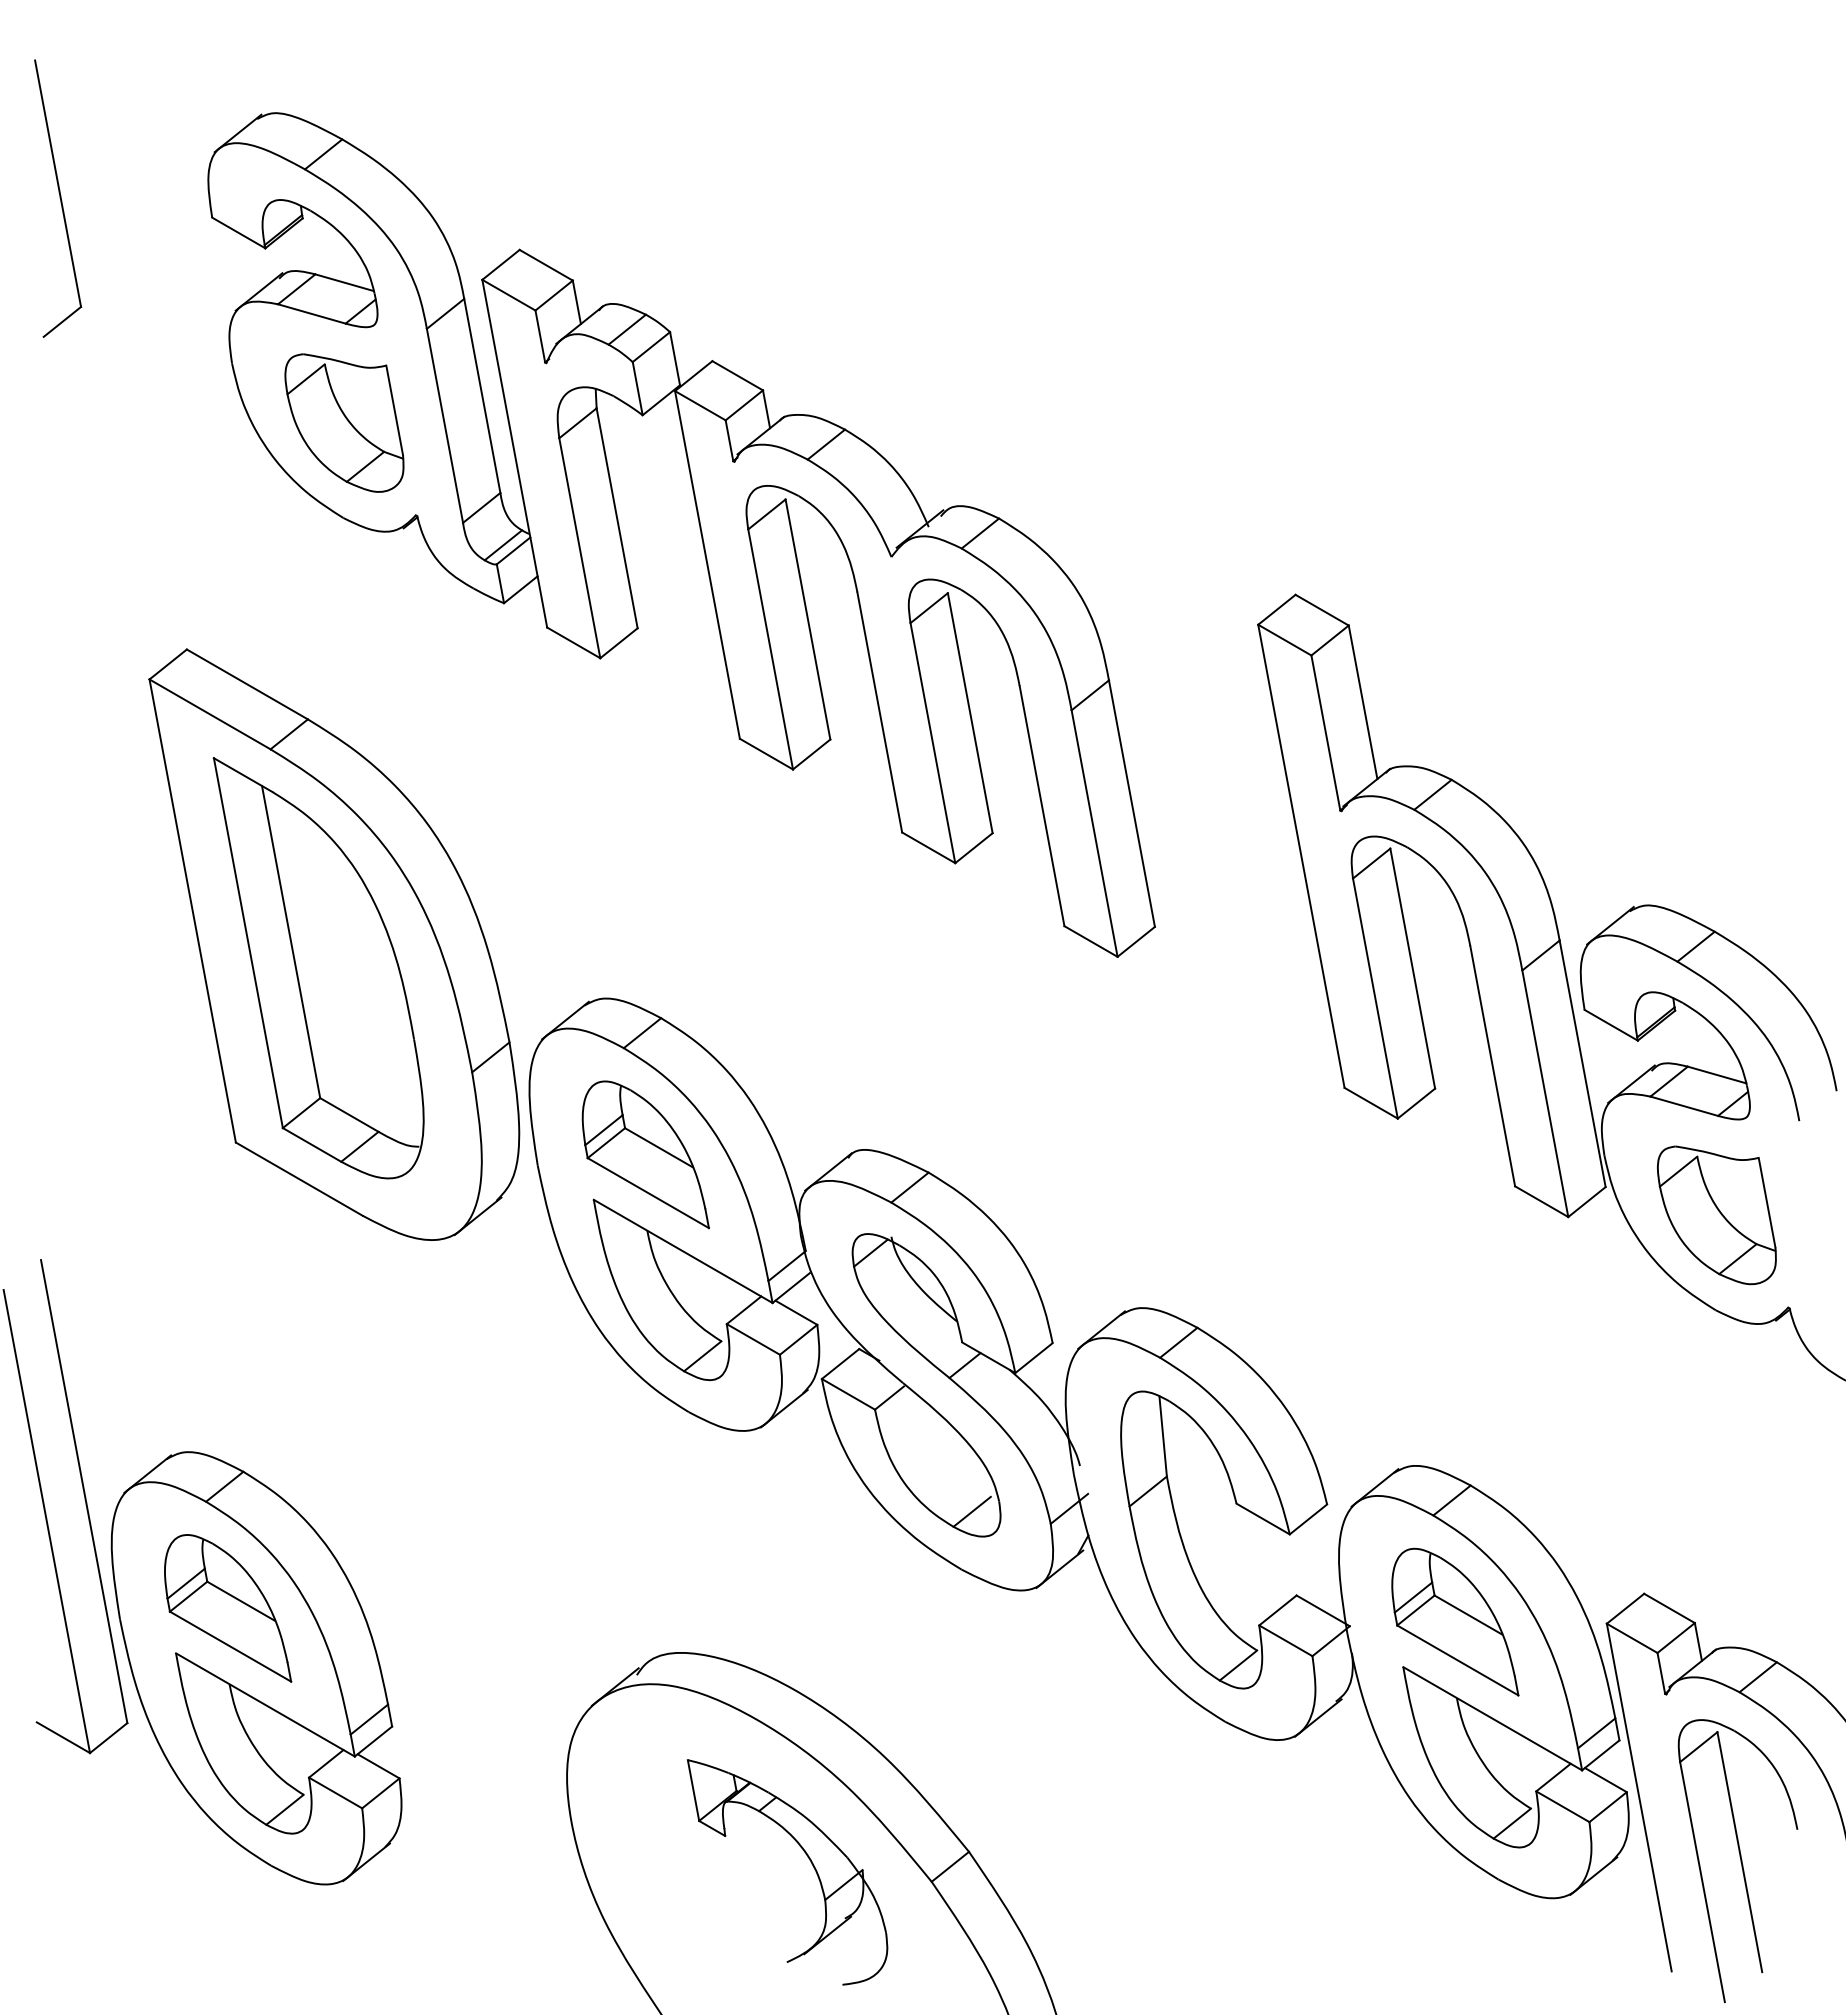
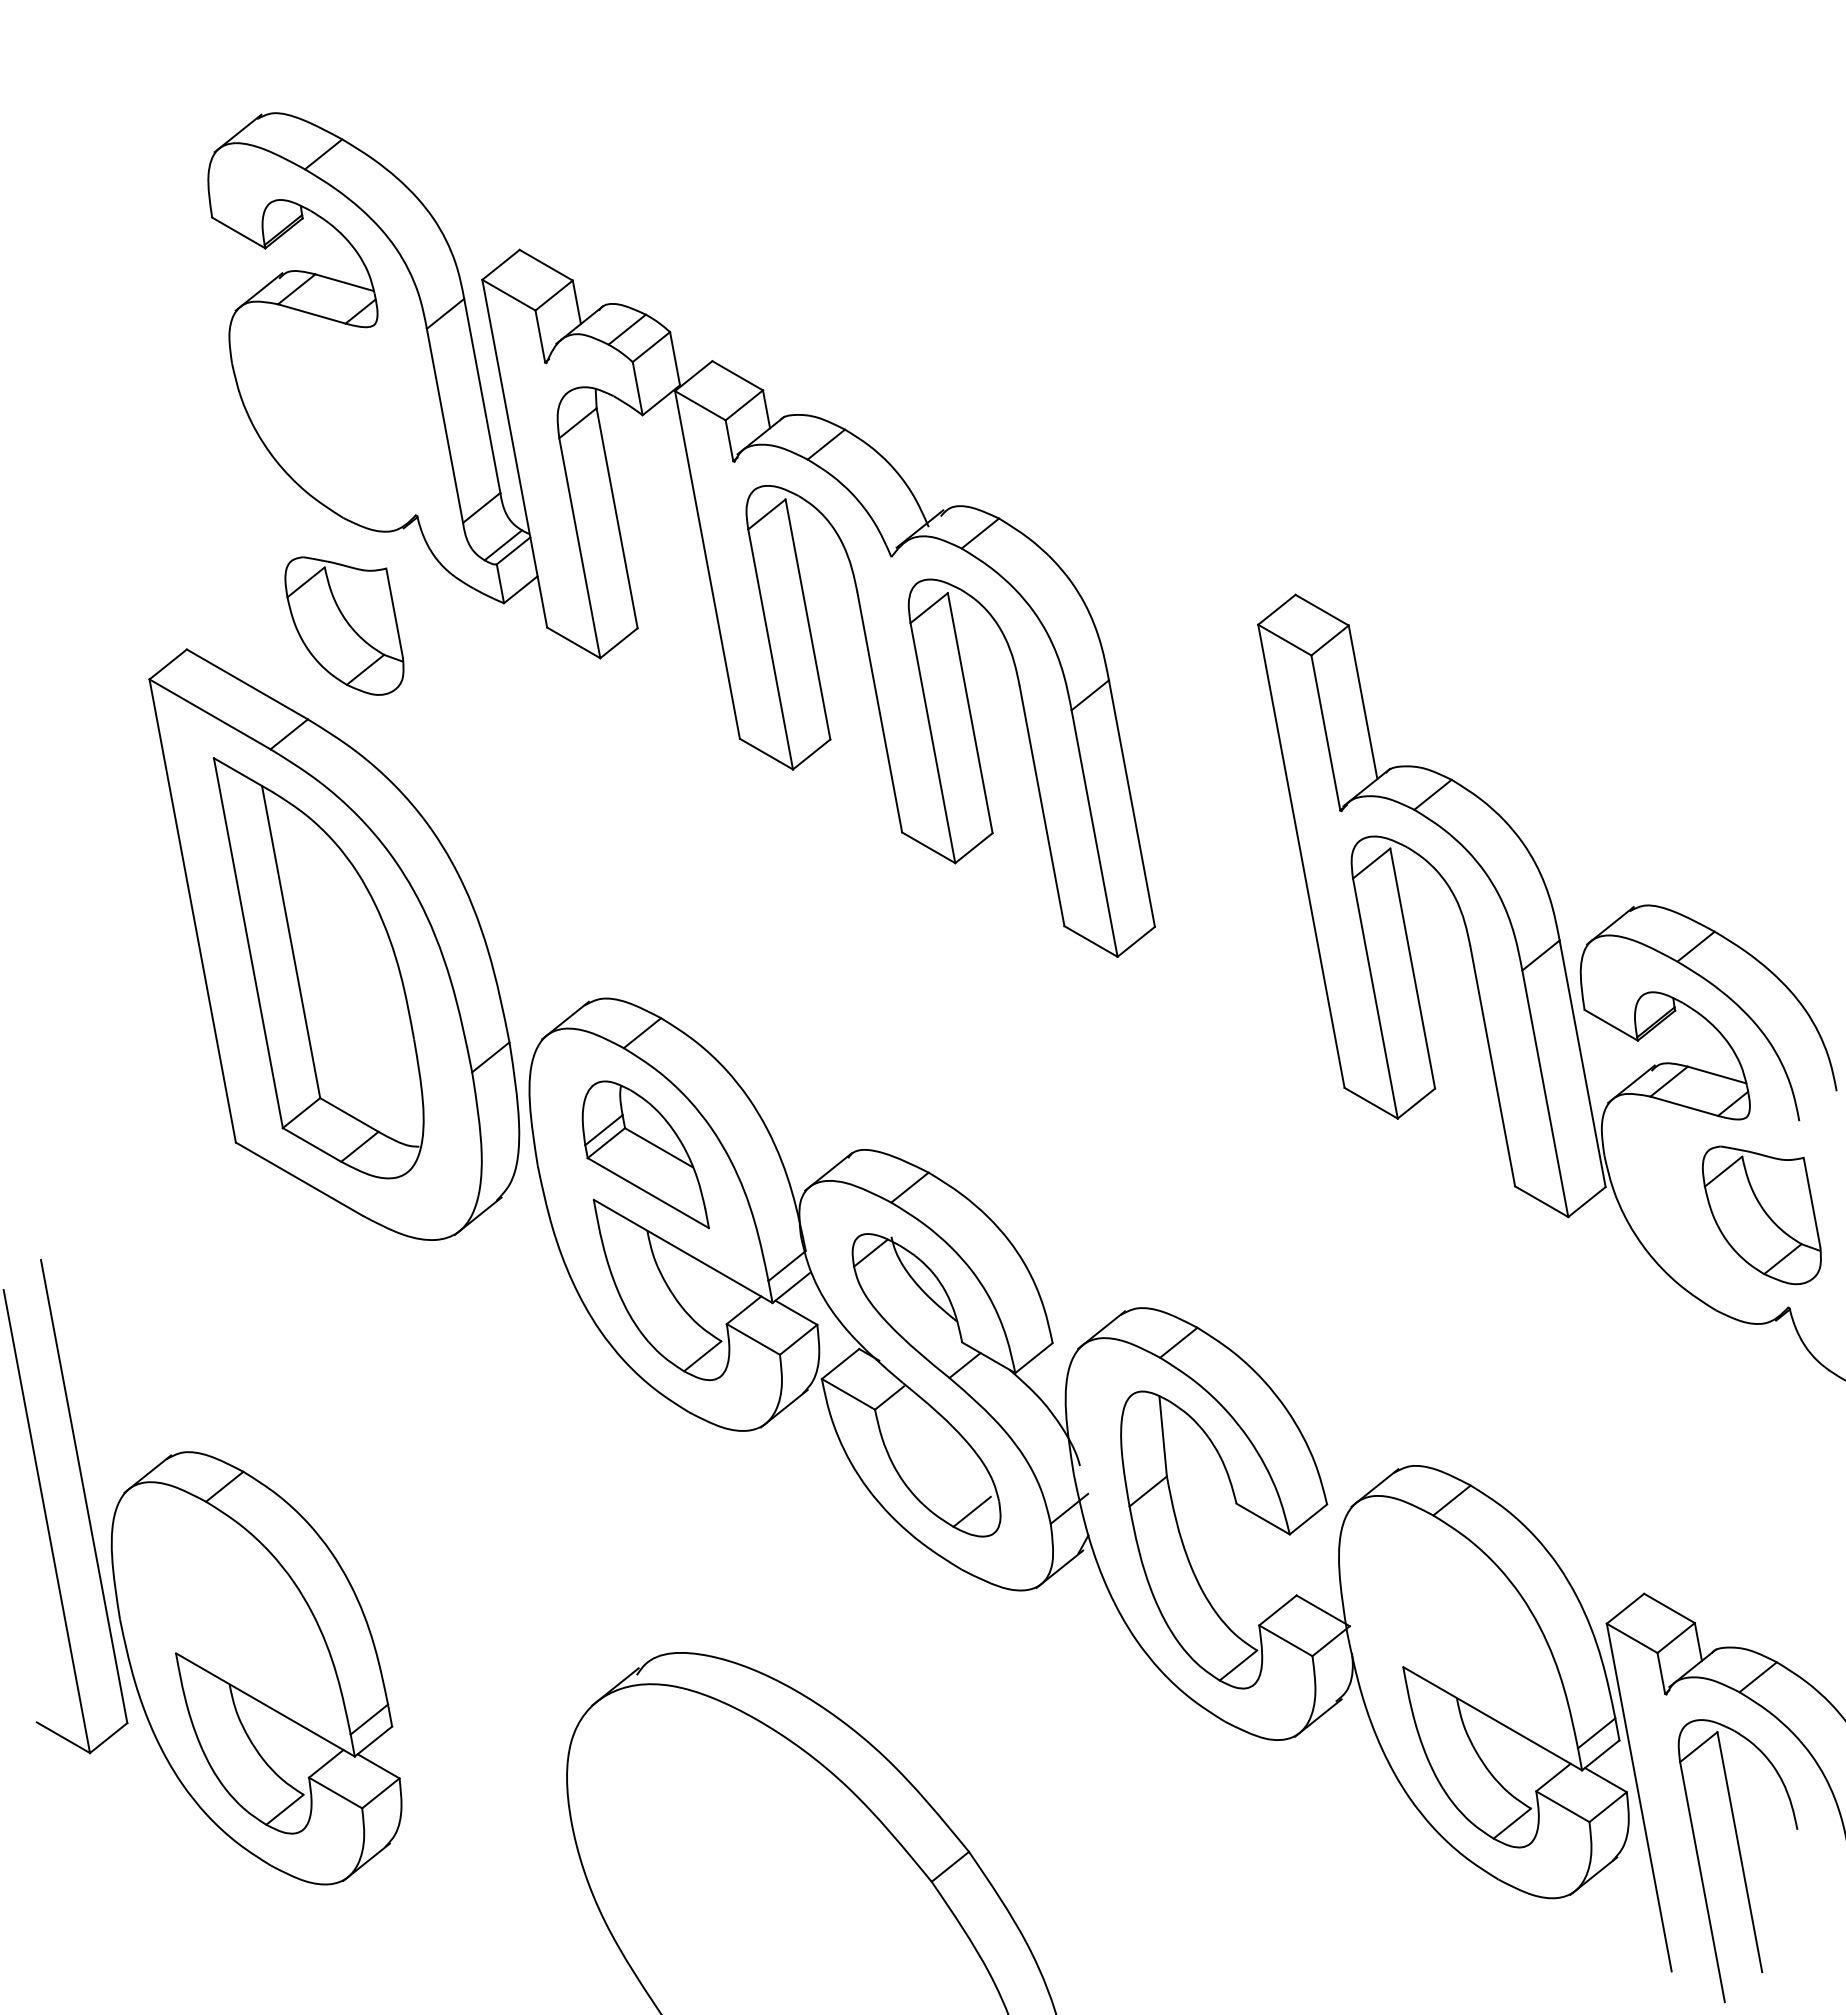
part at (58, 198): present -> none
part at (344, 422) position: (344, 422) -> (344, 625)
part at (1716, 1215) position: (1716, 1215) -> (1761, 1215)
part at (228, 1608): present -> none
part at (1455, 1621): present -> none
part at (807, 1857): present -> none
